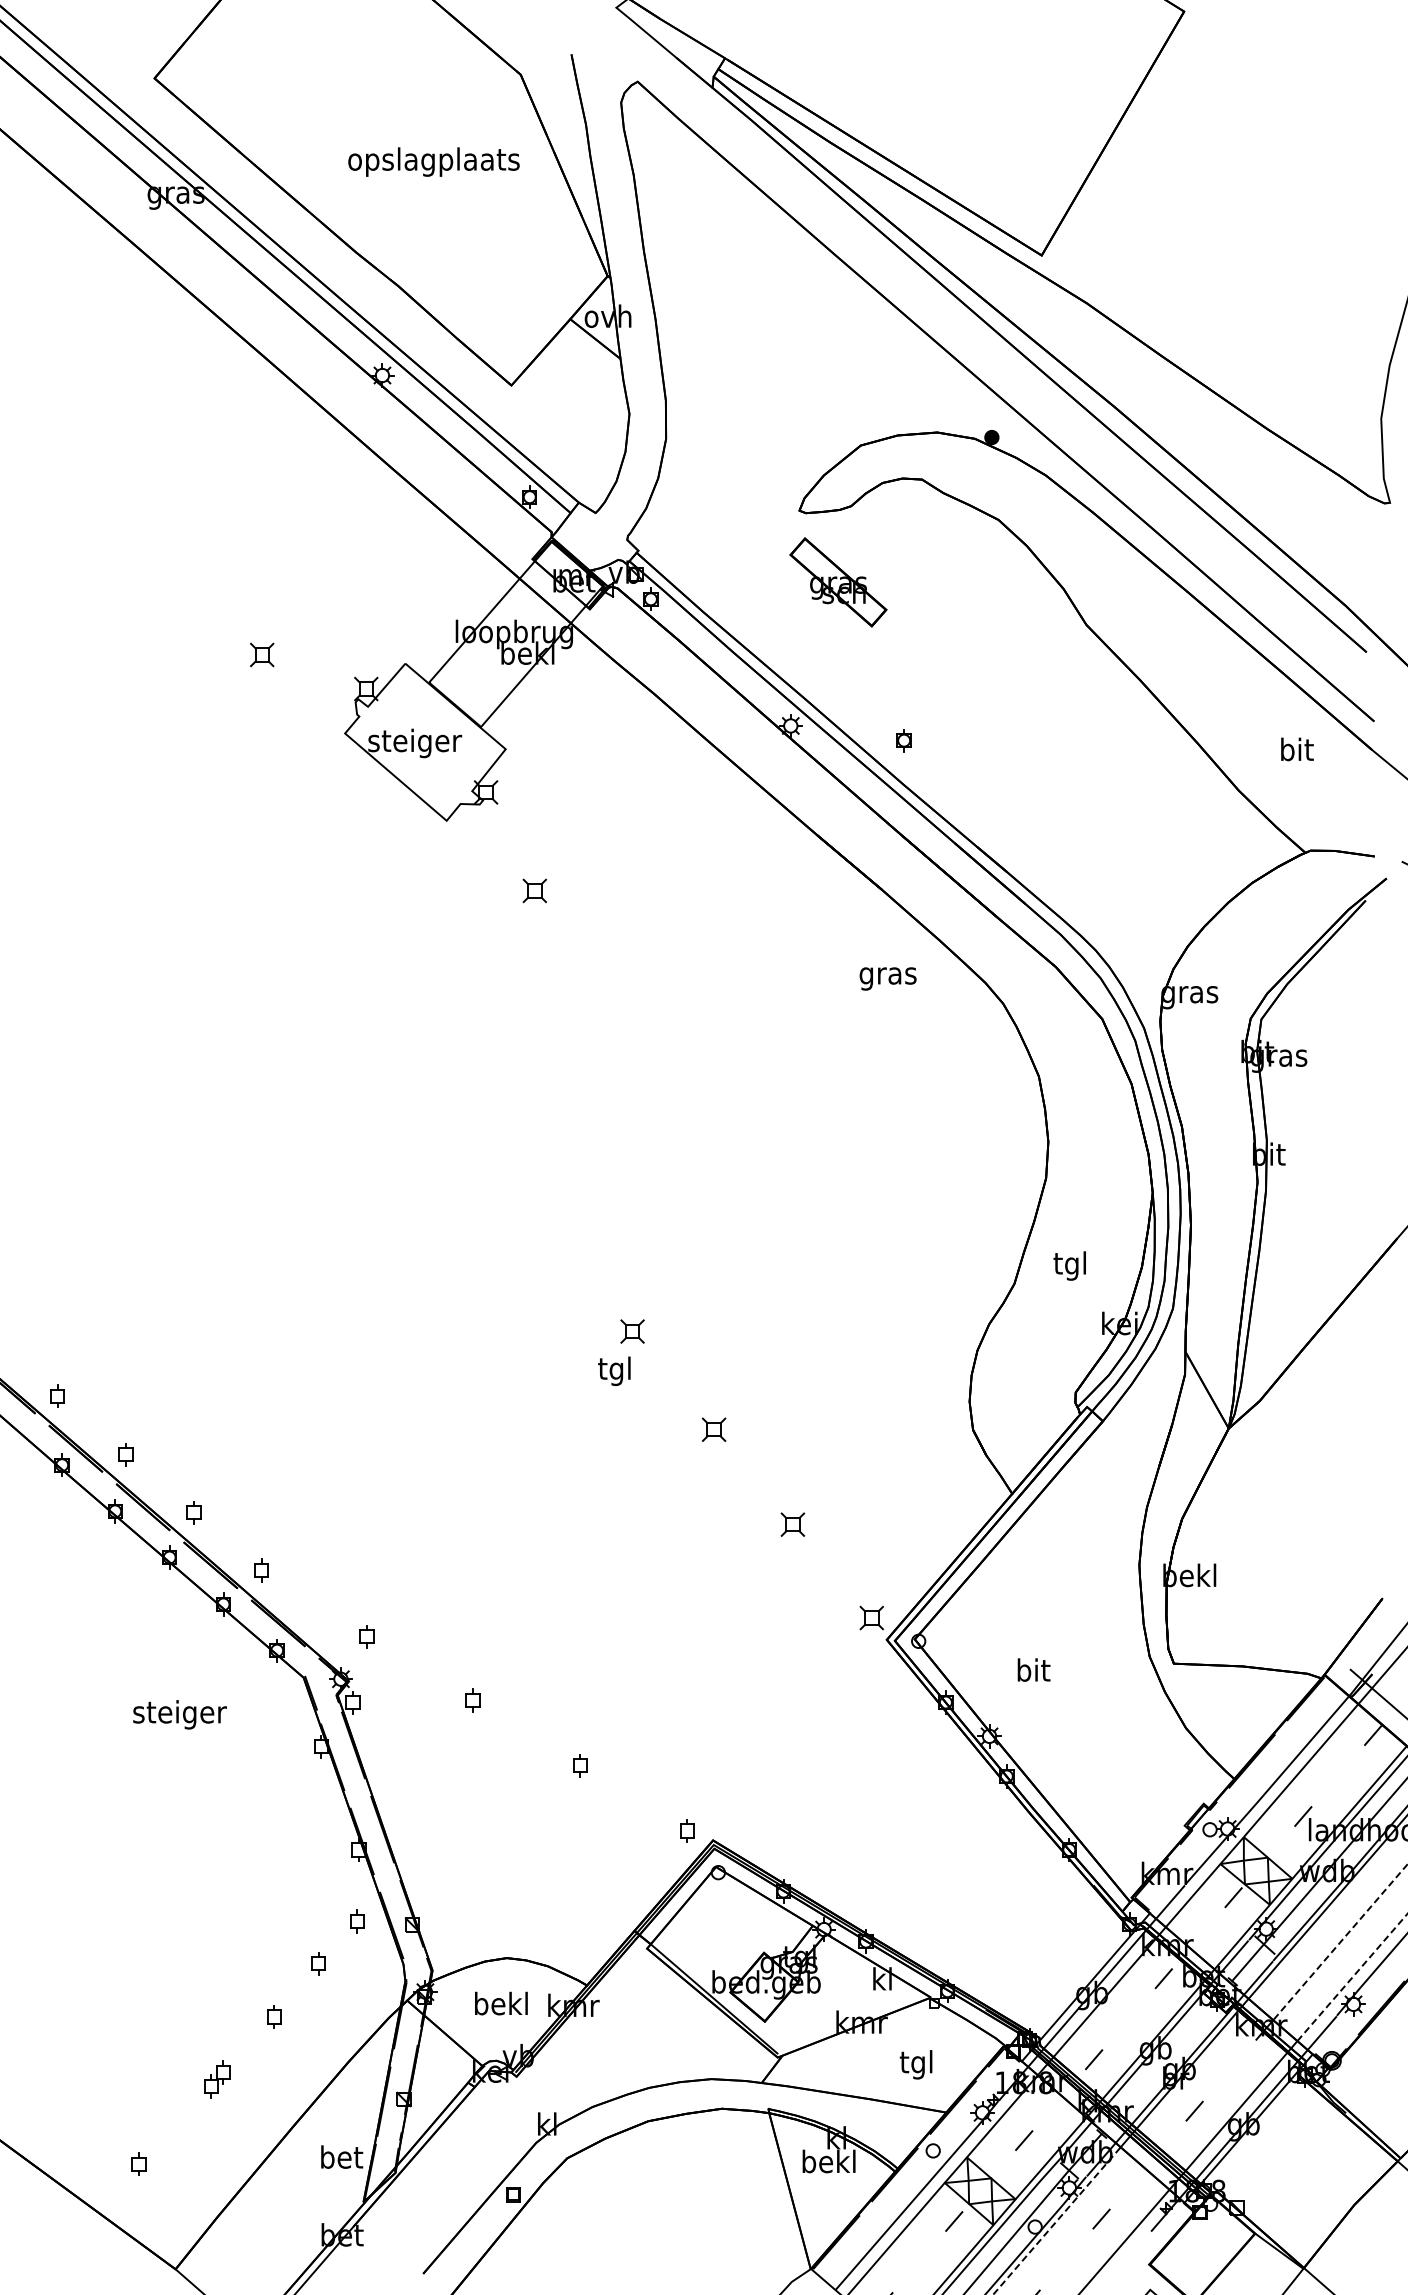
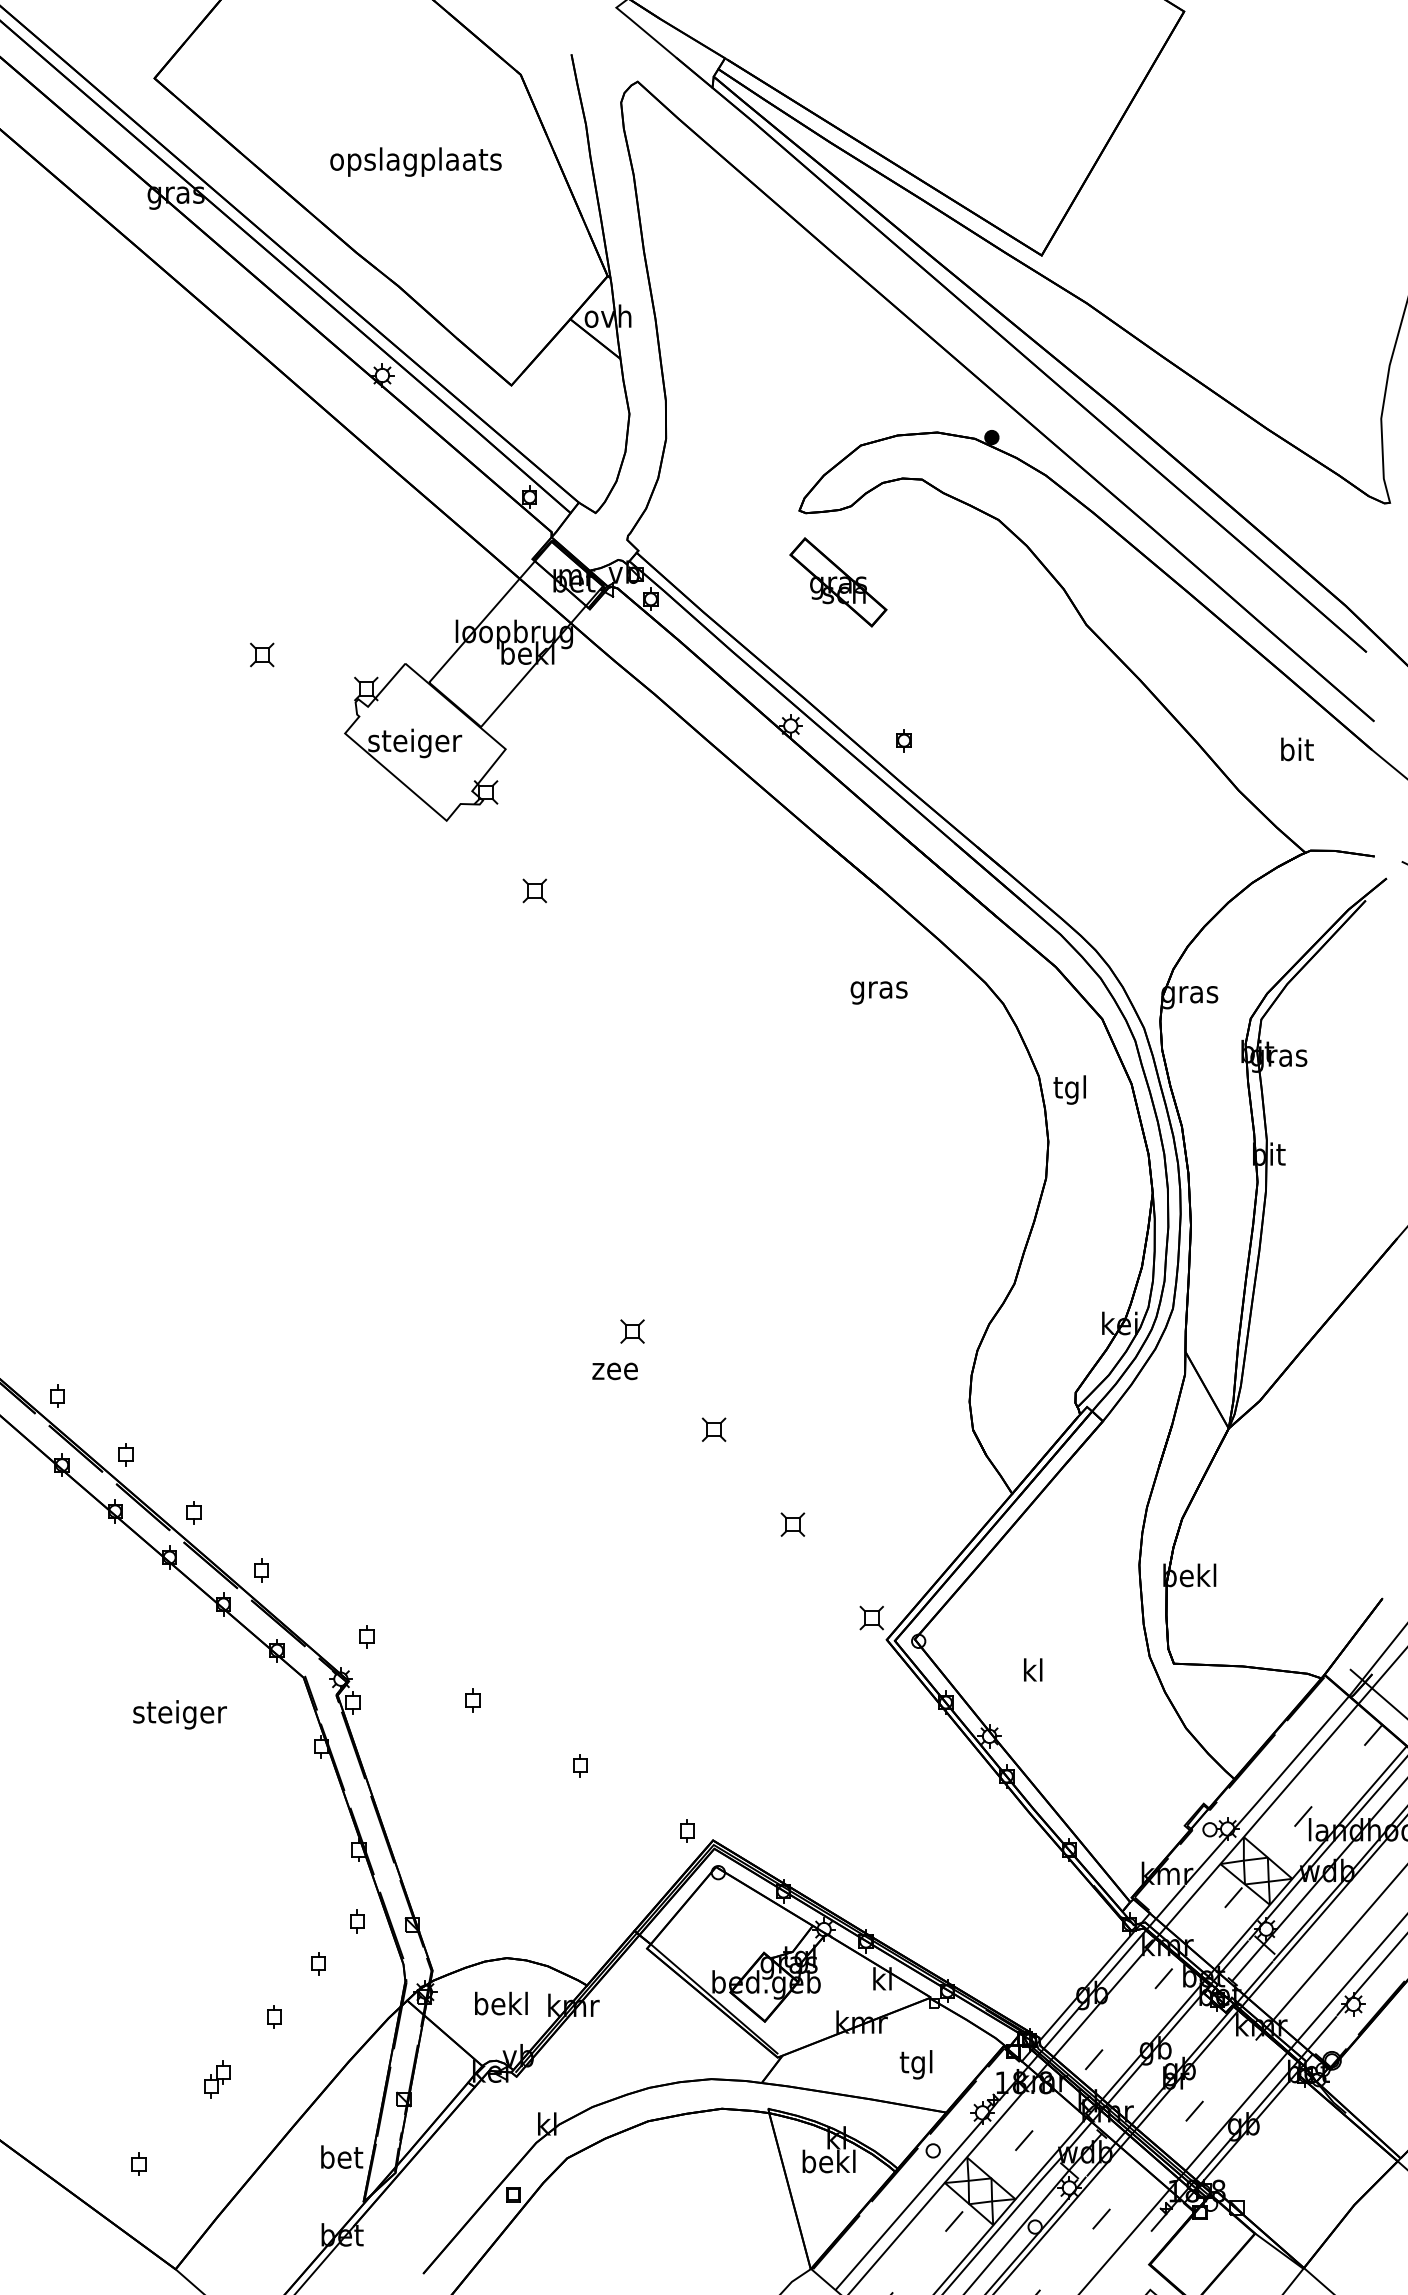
text at (433, 161) position: (433, 161) -> (415, 161)
text at (887, 978) position: (887, 978) -> (878, 992)
text at (1069, 1265) position: (1069, 1265) -> (1069, 1089)
text at (614, 1371): tgl -> zee
text at (1033, 1669): bit -> kl
line at (1340, 1942): dashed -> solid
line at (1353, 1976): dashed -> solid
line at (1056, 2221): dashed -> solid
